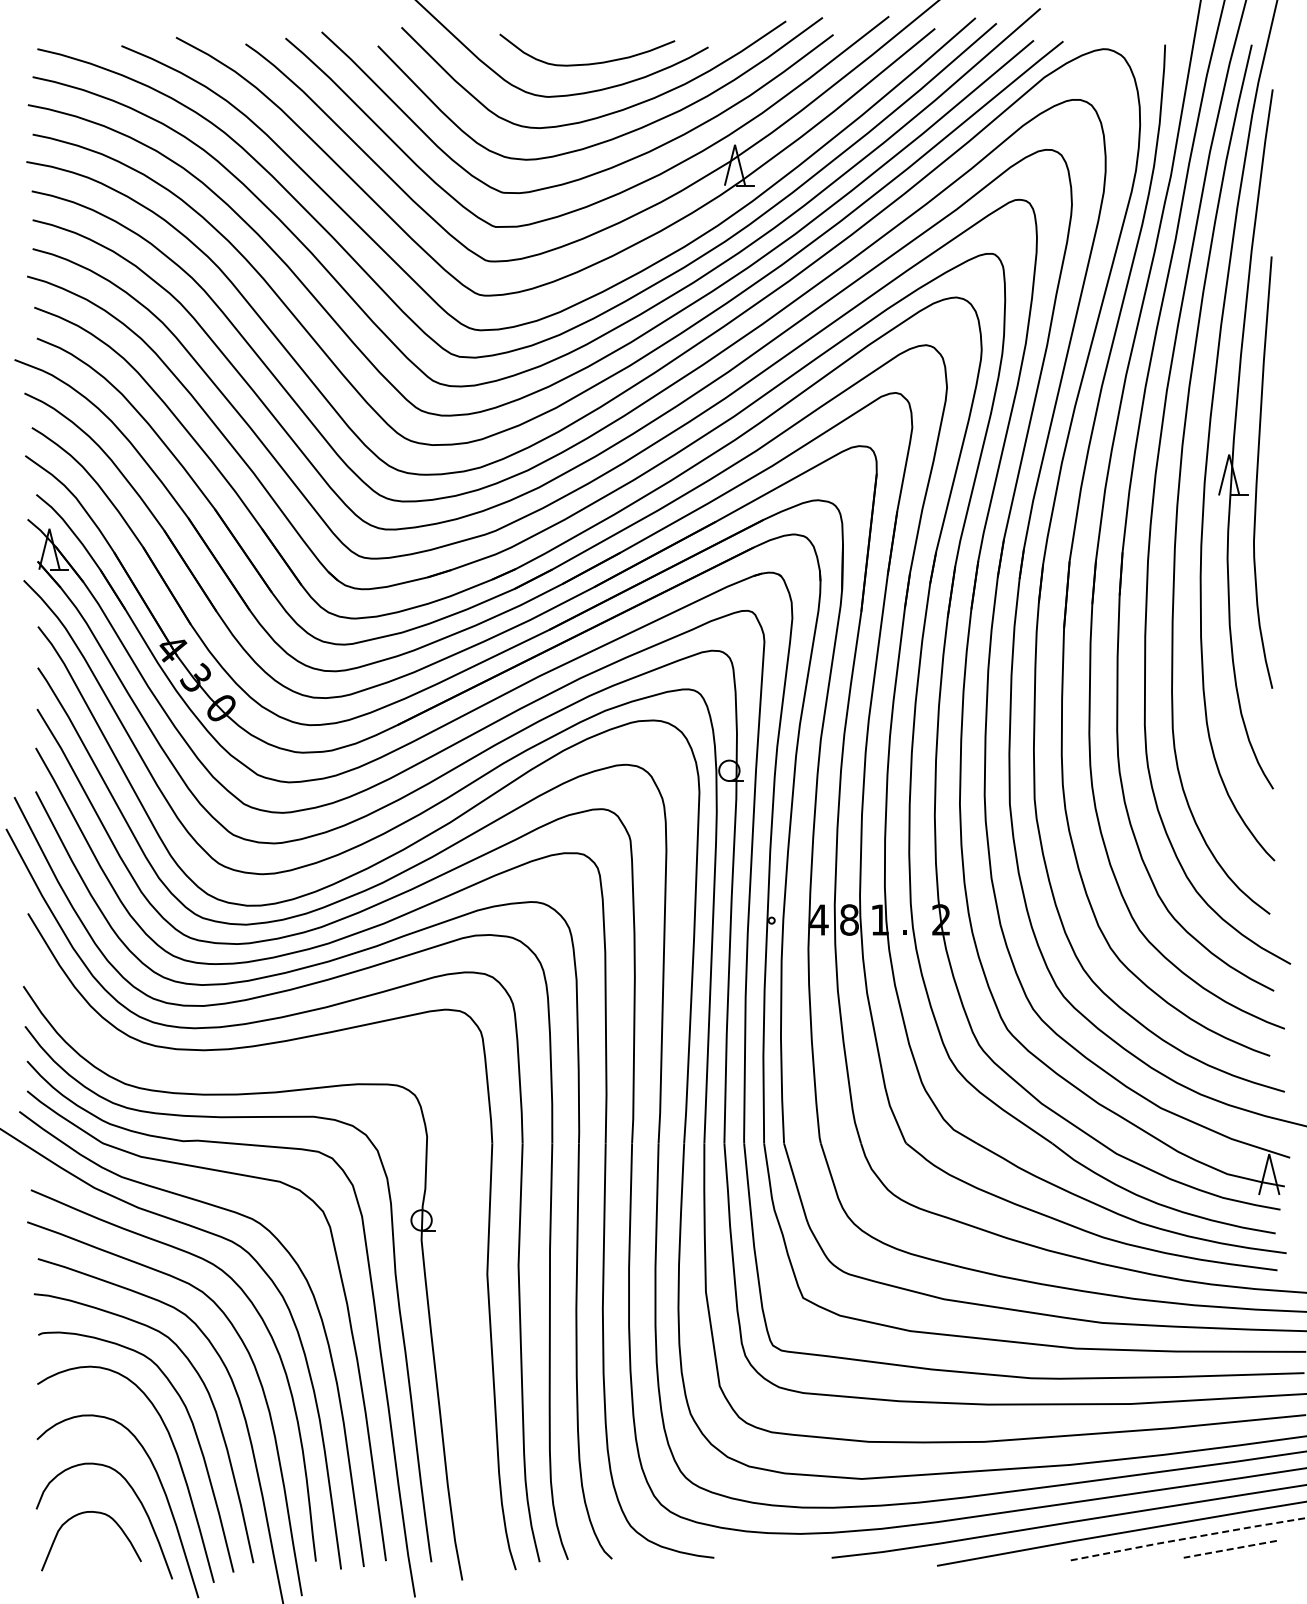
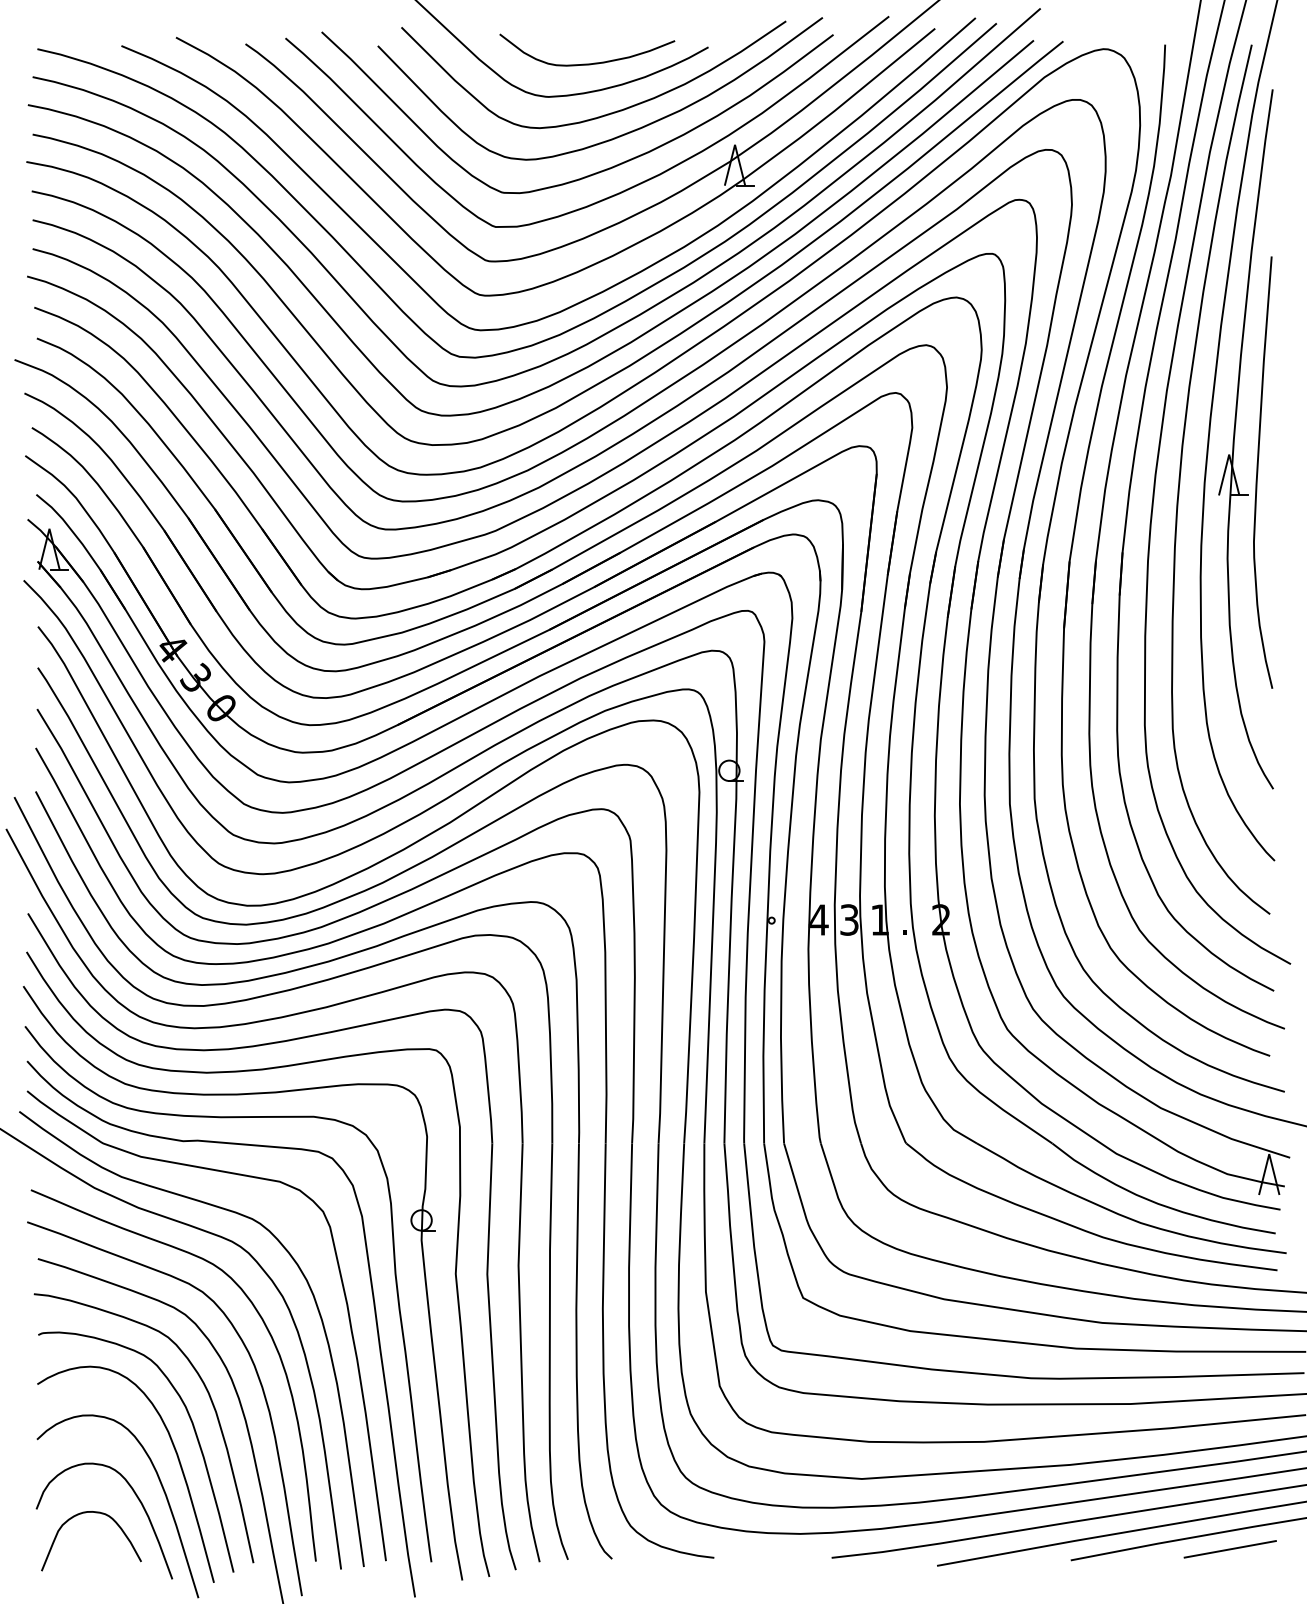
text at (849, 919): 8 -> 3
curve at (240, 1072): none -> present
line at (1189, 1538): dashed -> solid
line at (1229, 1549): dashed -> solid
